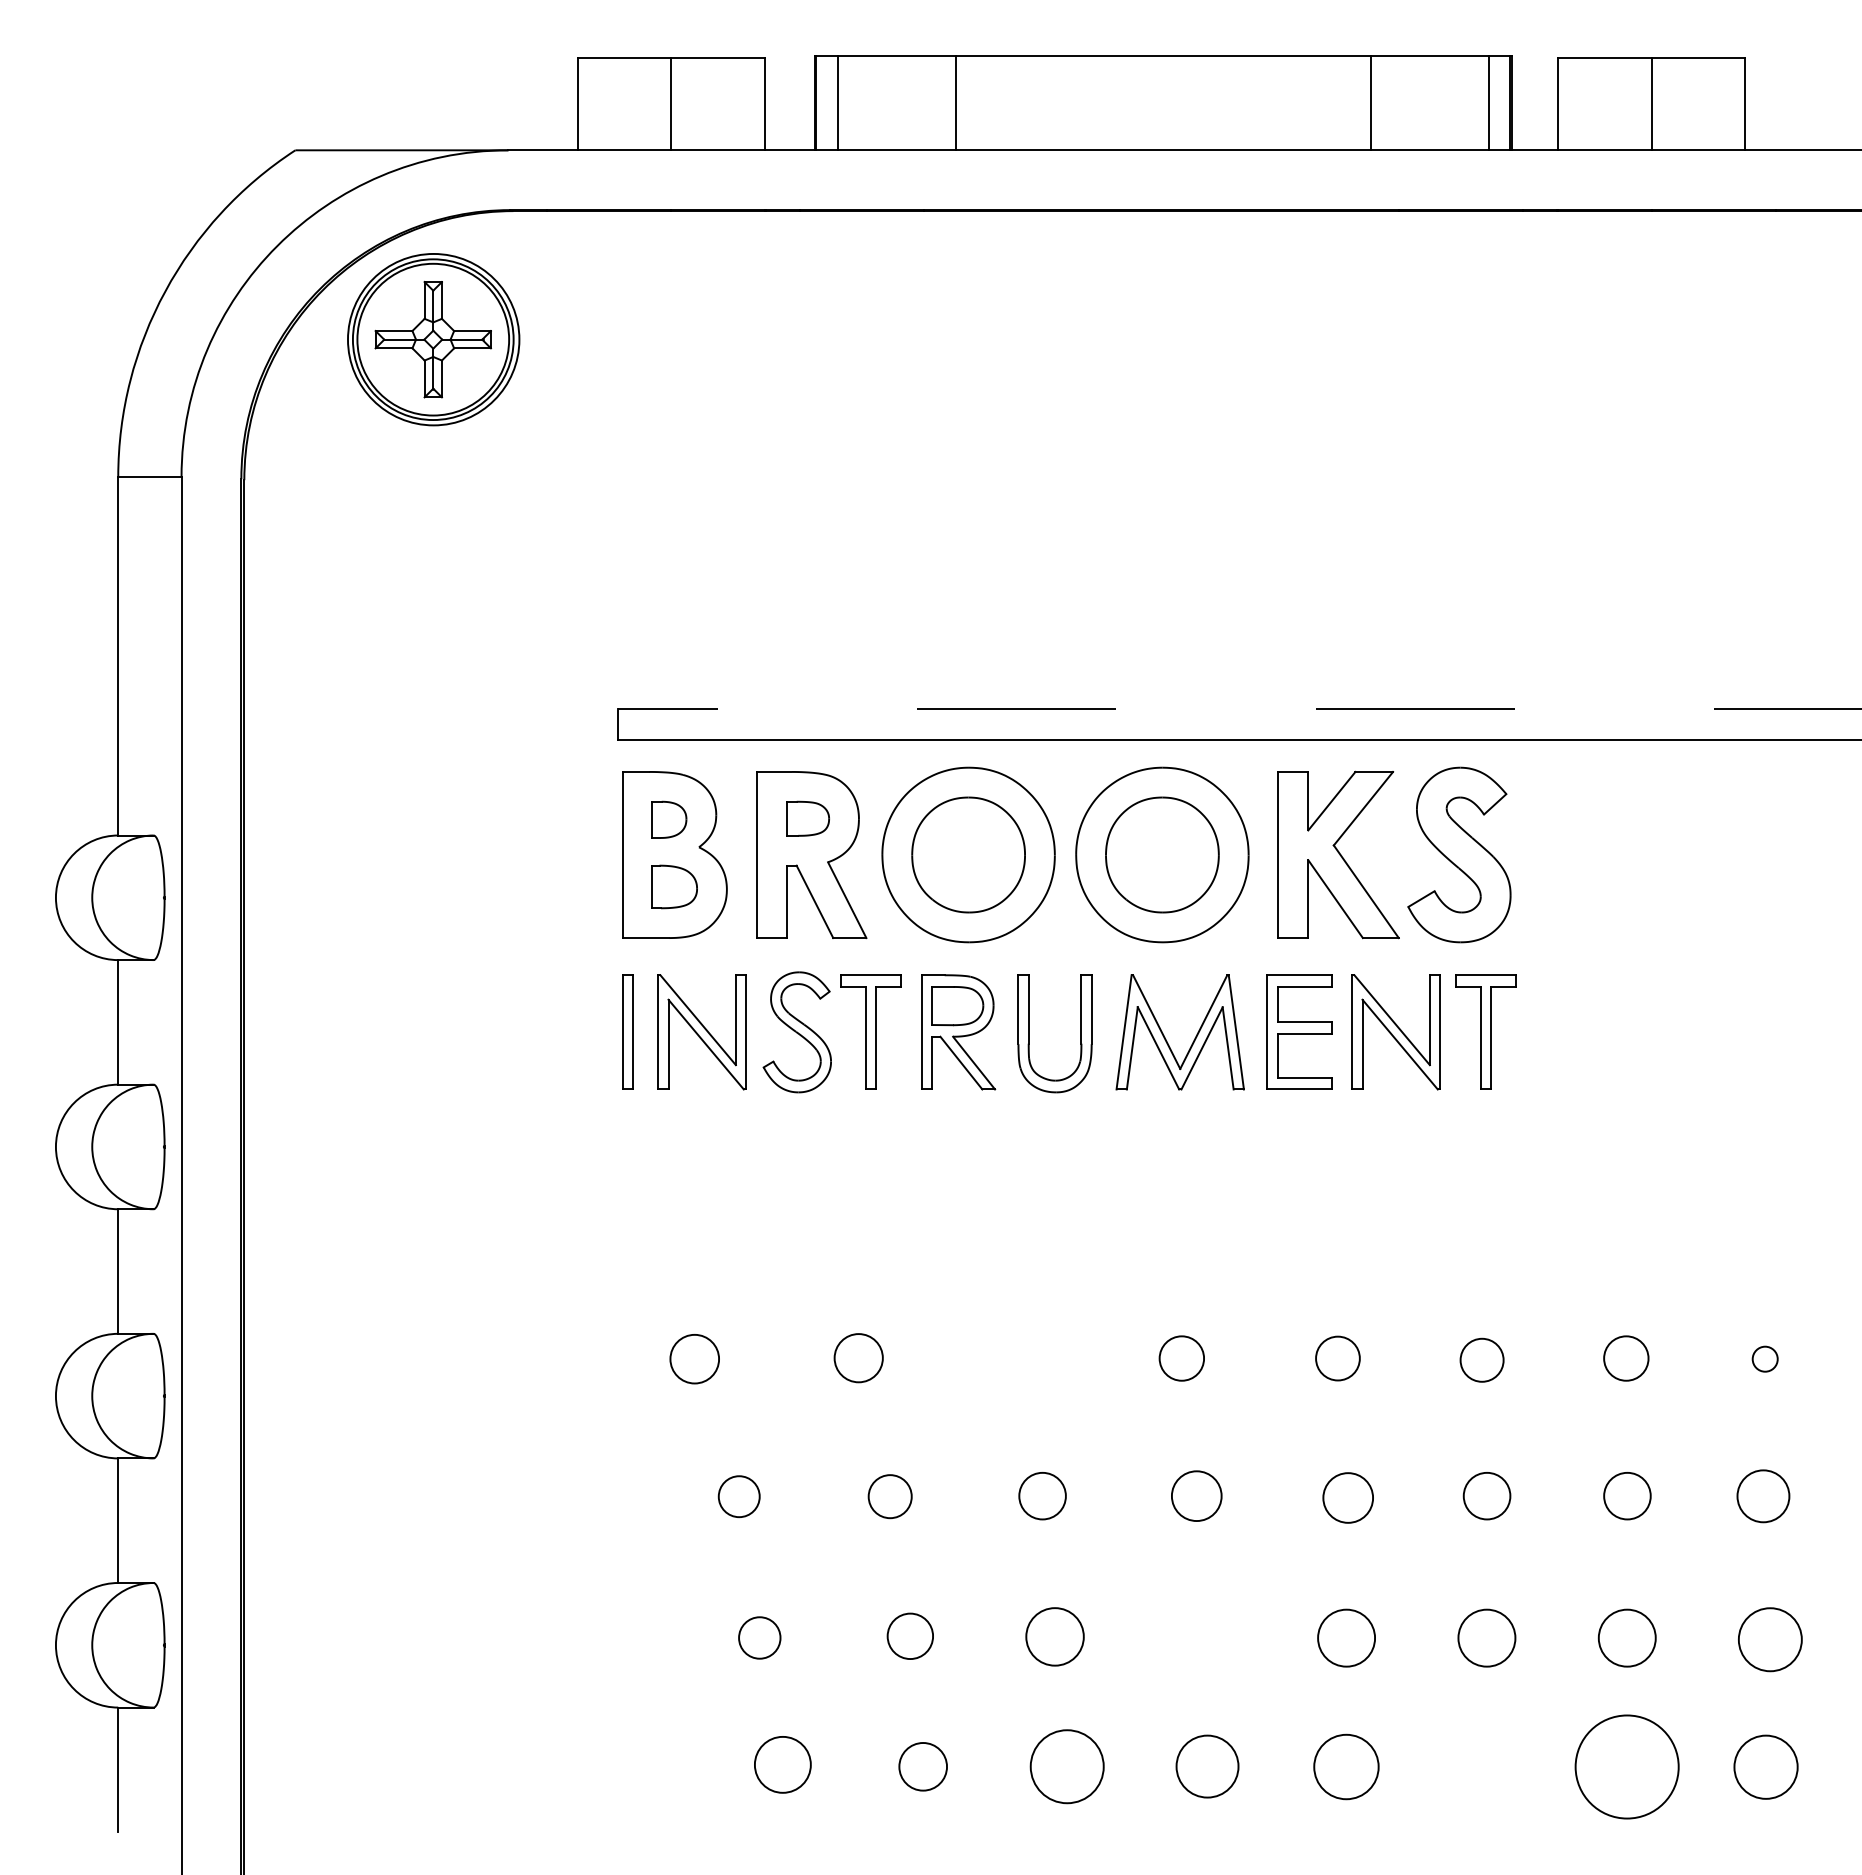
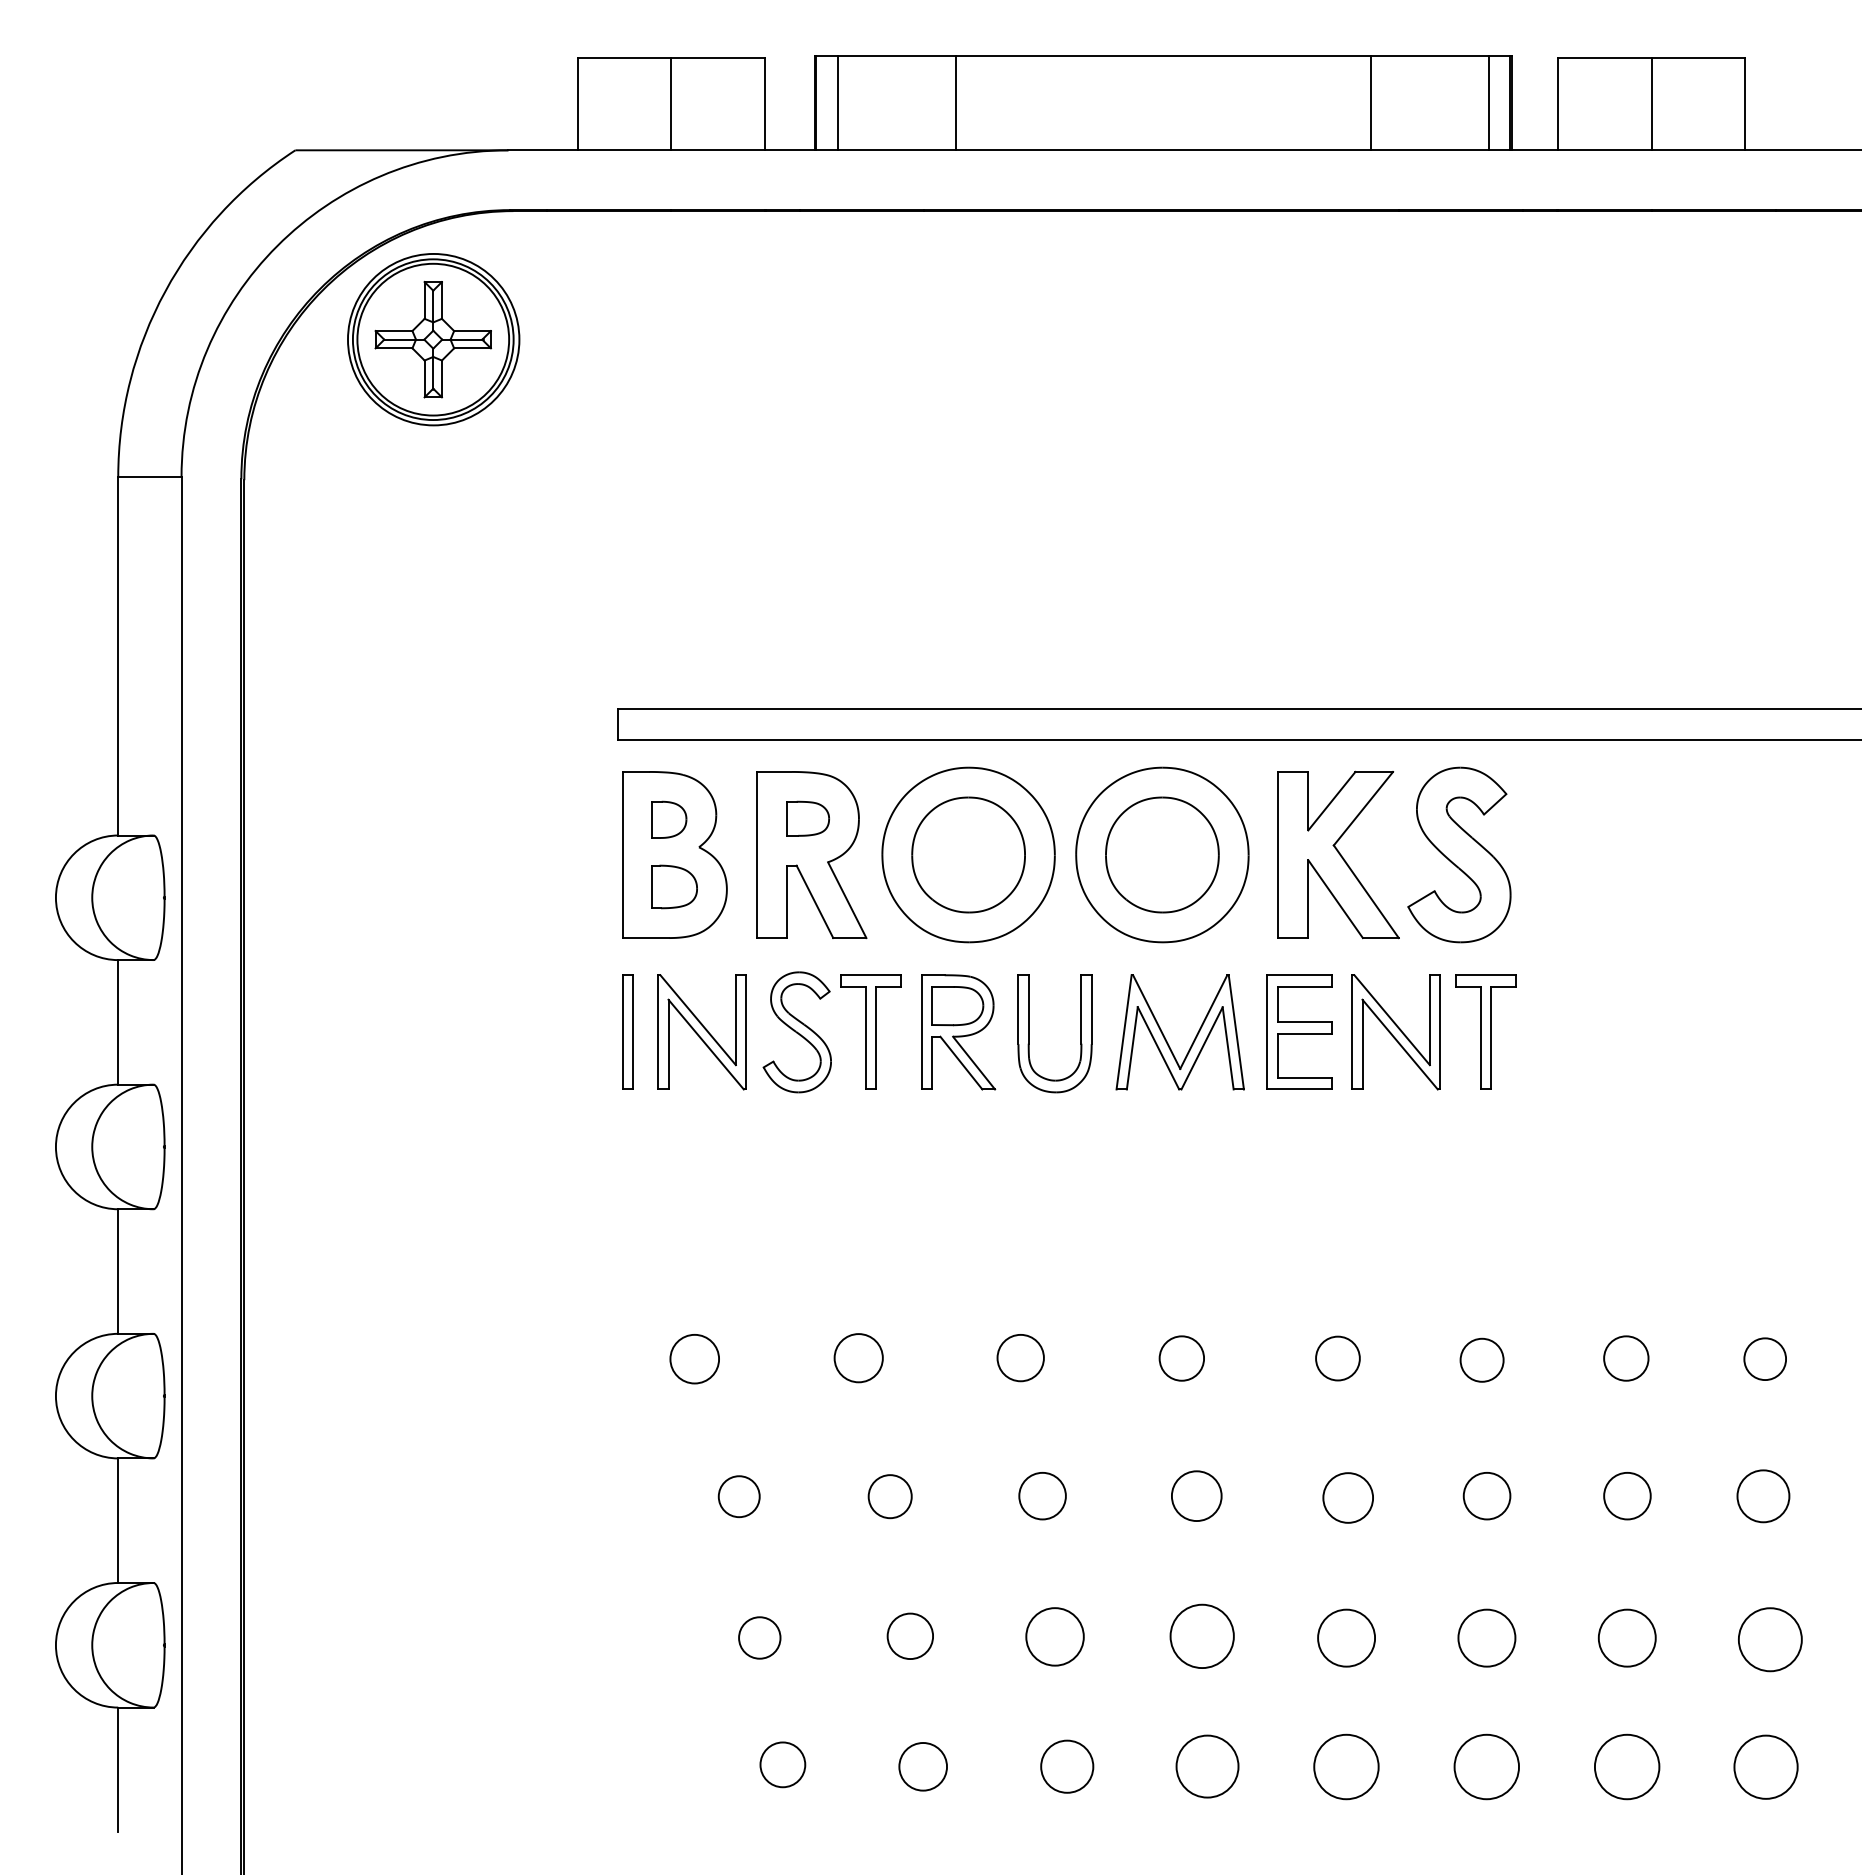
line at (1239, 709): dashed -> solid
circle at (1020, 1358): none -> present
circle at (1764, 1358) diameter: 25 px -> 42 px
circle at (1201, 1635): none -> present
circle at (782, 1764) diameter: 56 px -> 45 px
circle at (1066, 1766) diameter: 73 px -> 52 px
circle at (1486, 1766): none -> present
circle at (1626, 1766) diameter: 103 px -> 64 px
